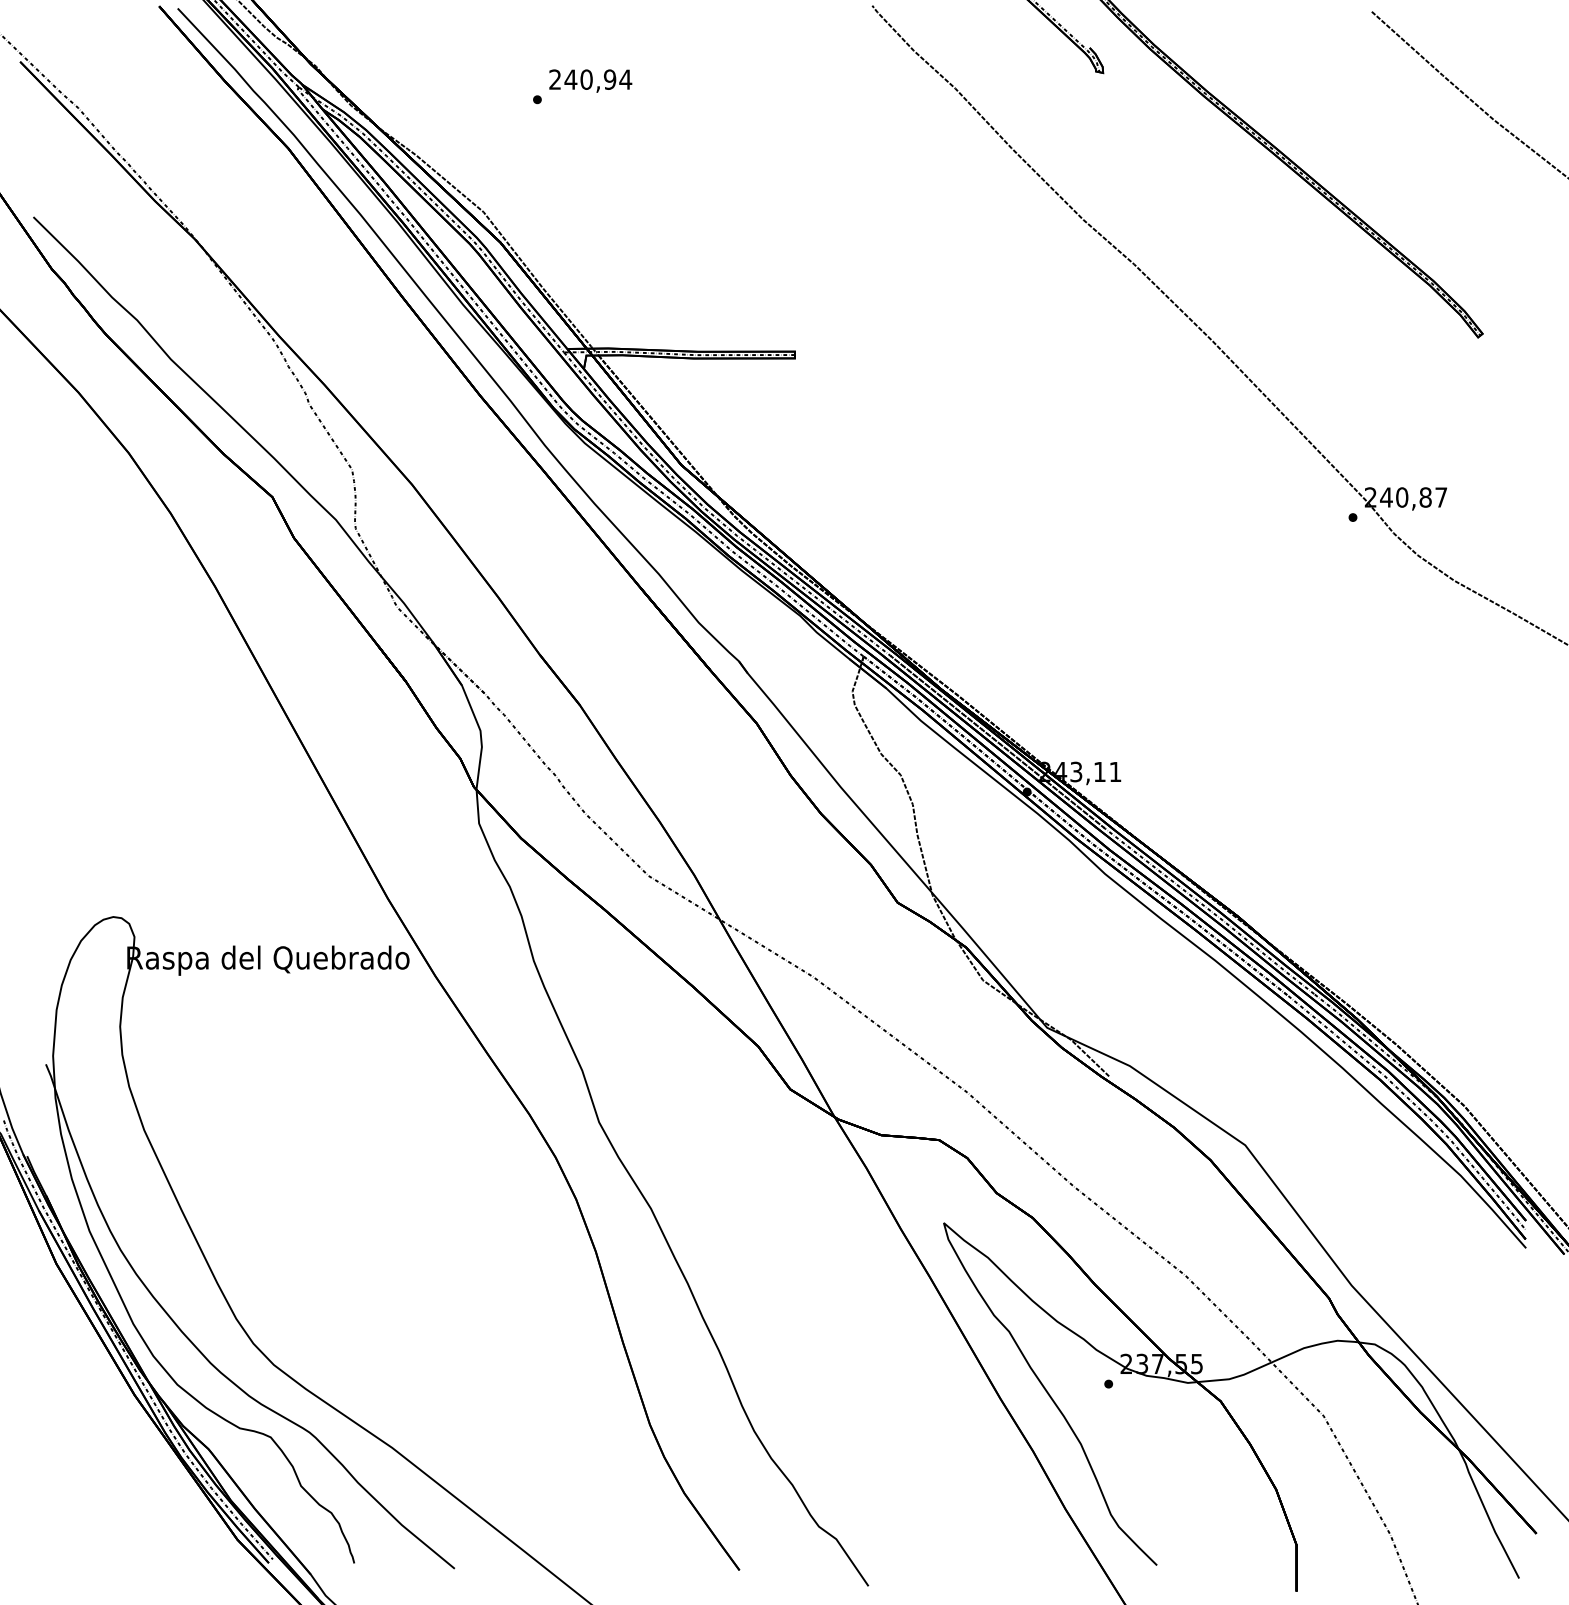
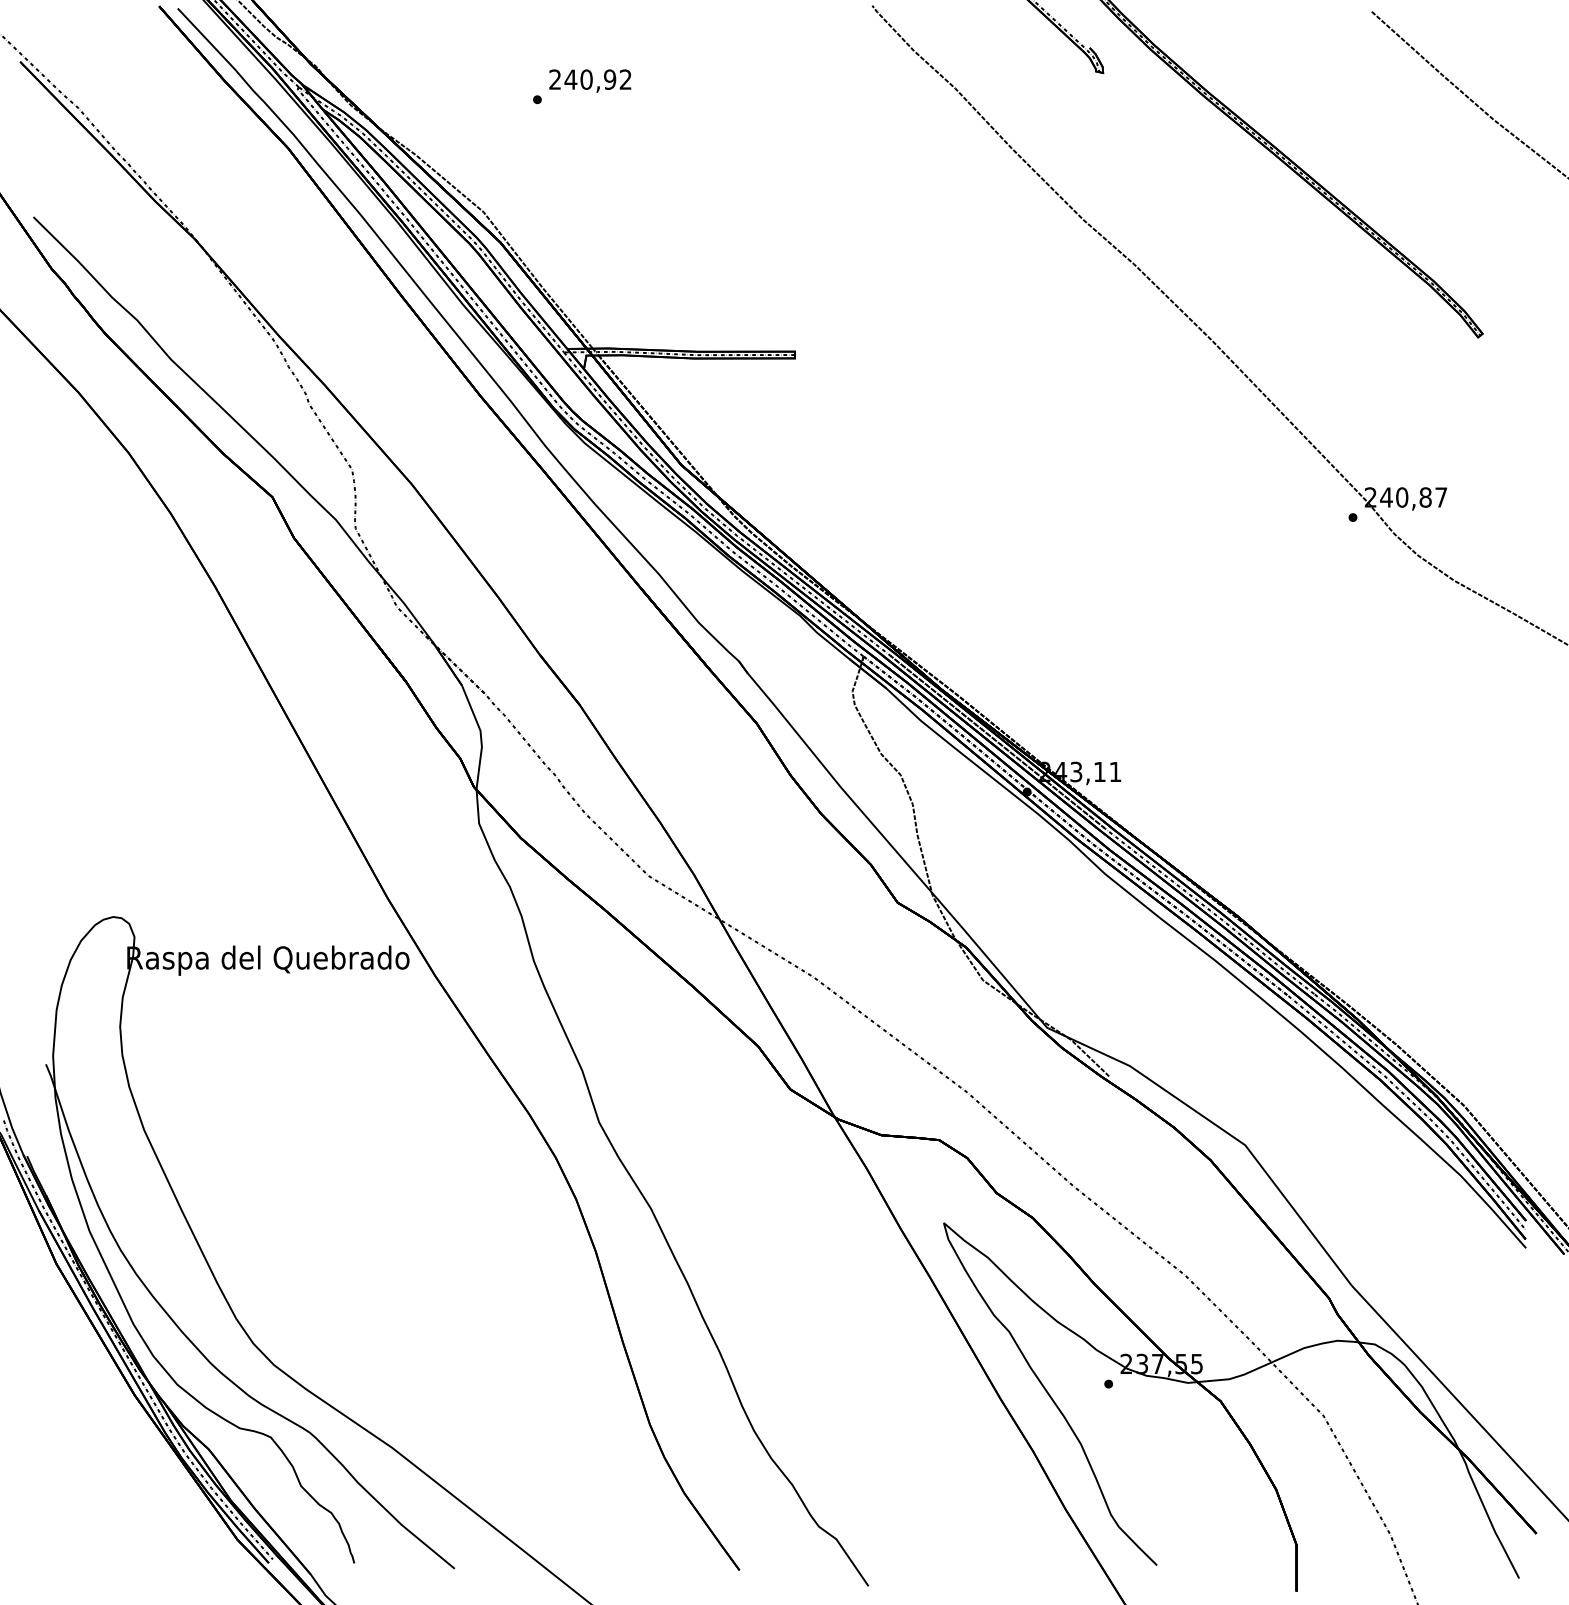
text at (625, 79): 240,94 -> 240,92
